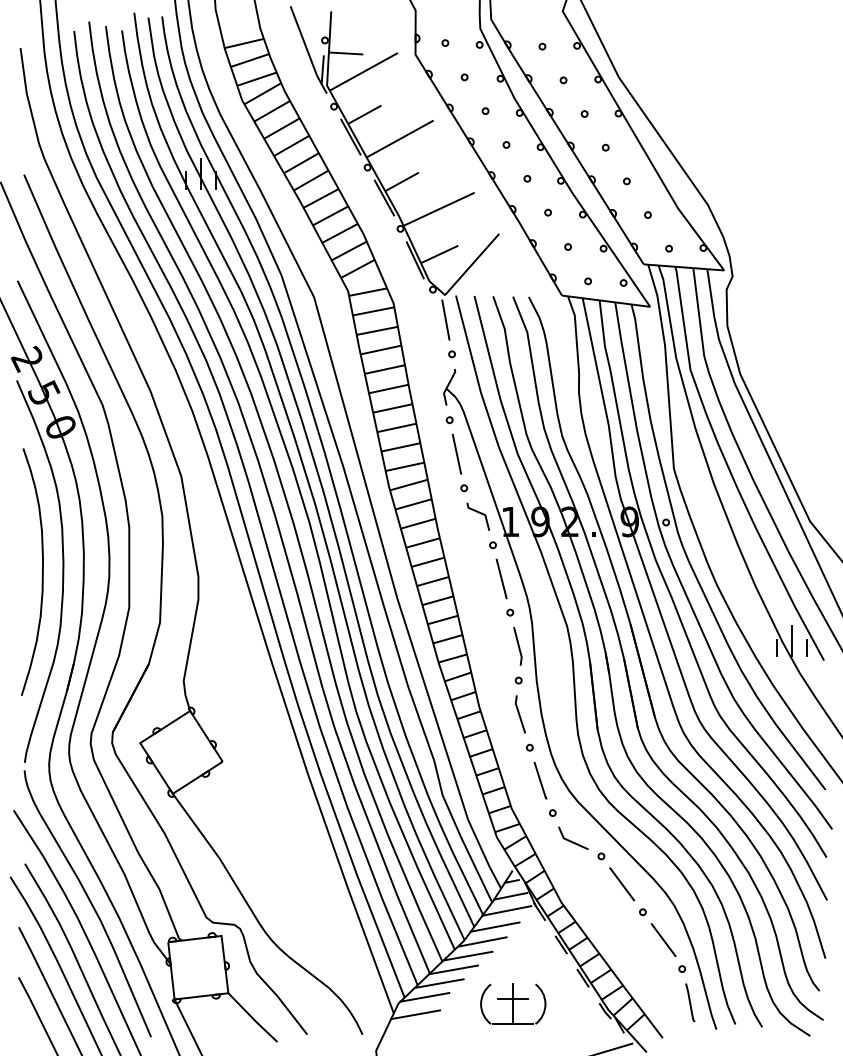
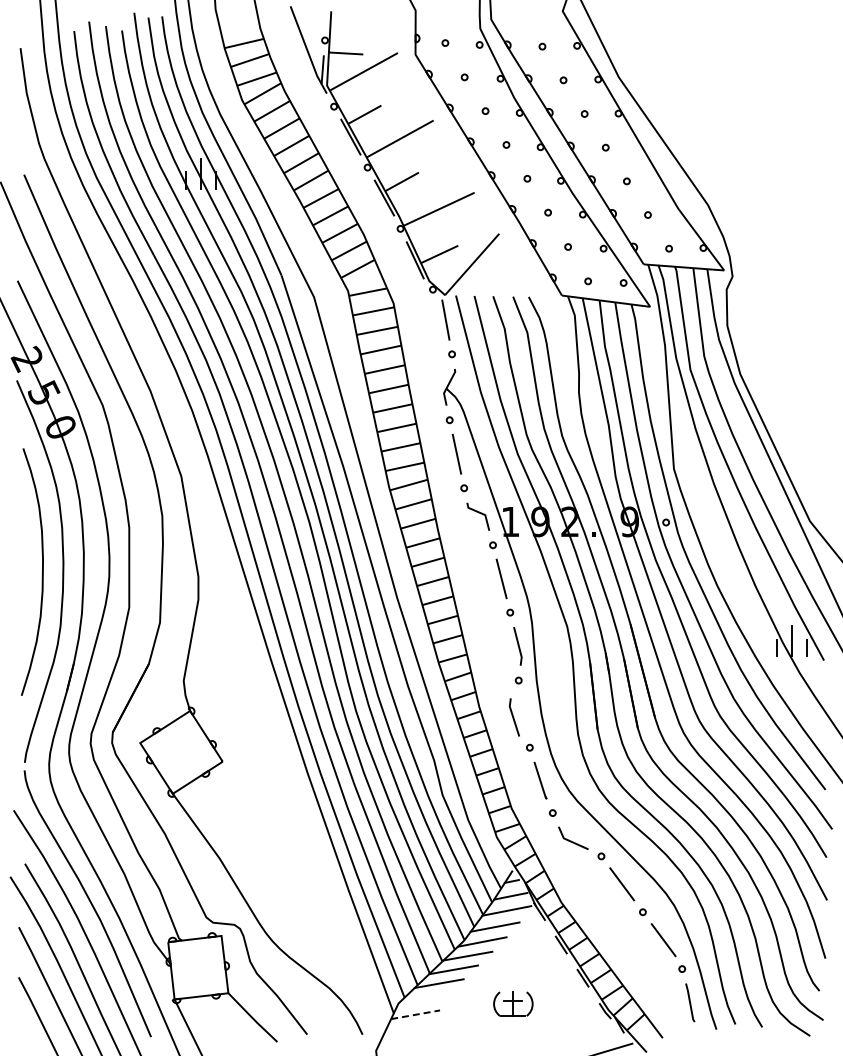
line at (519, 714) position: (519, 714) -> (513, 717)
line at (424, 997): present -> none
part at (513, 1003) size: 67x42 px -> 41x26 px
line at (415, 1014): solid -> dashed
